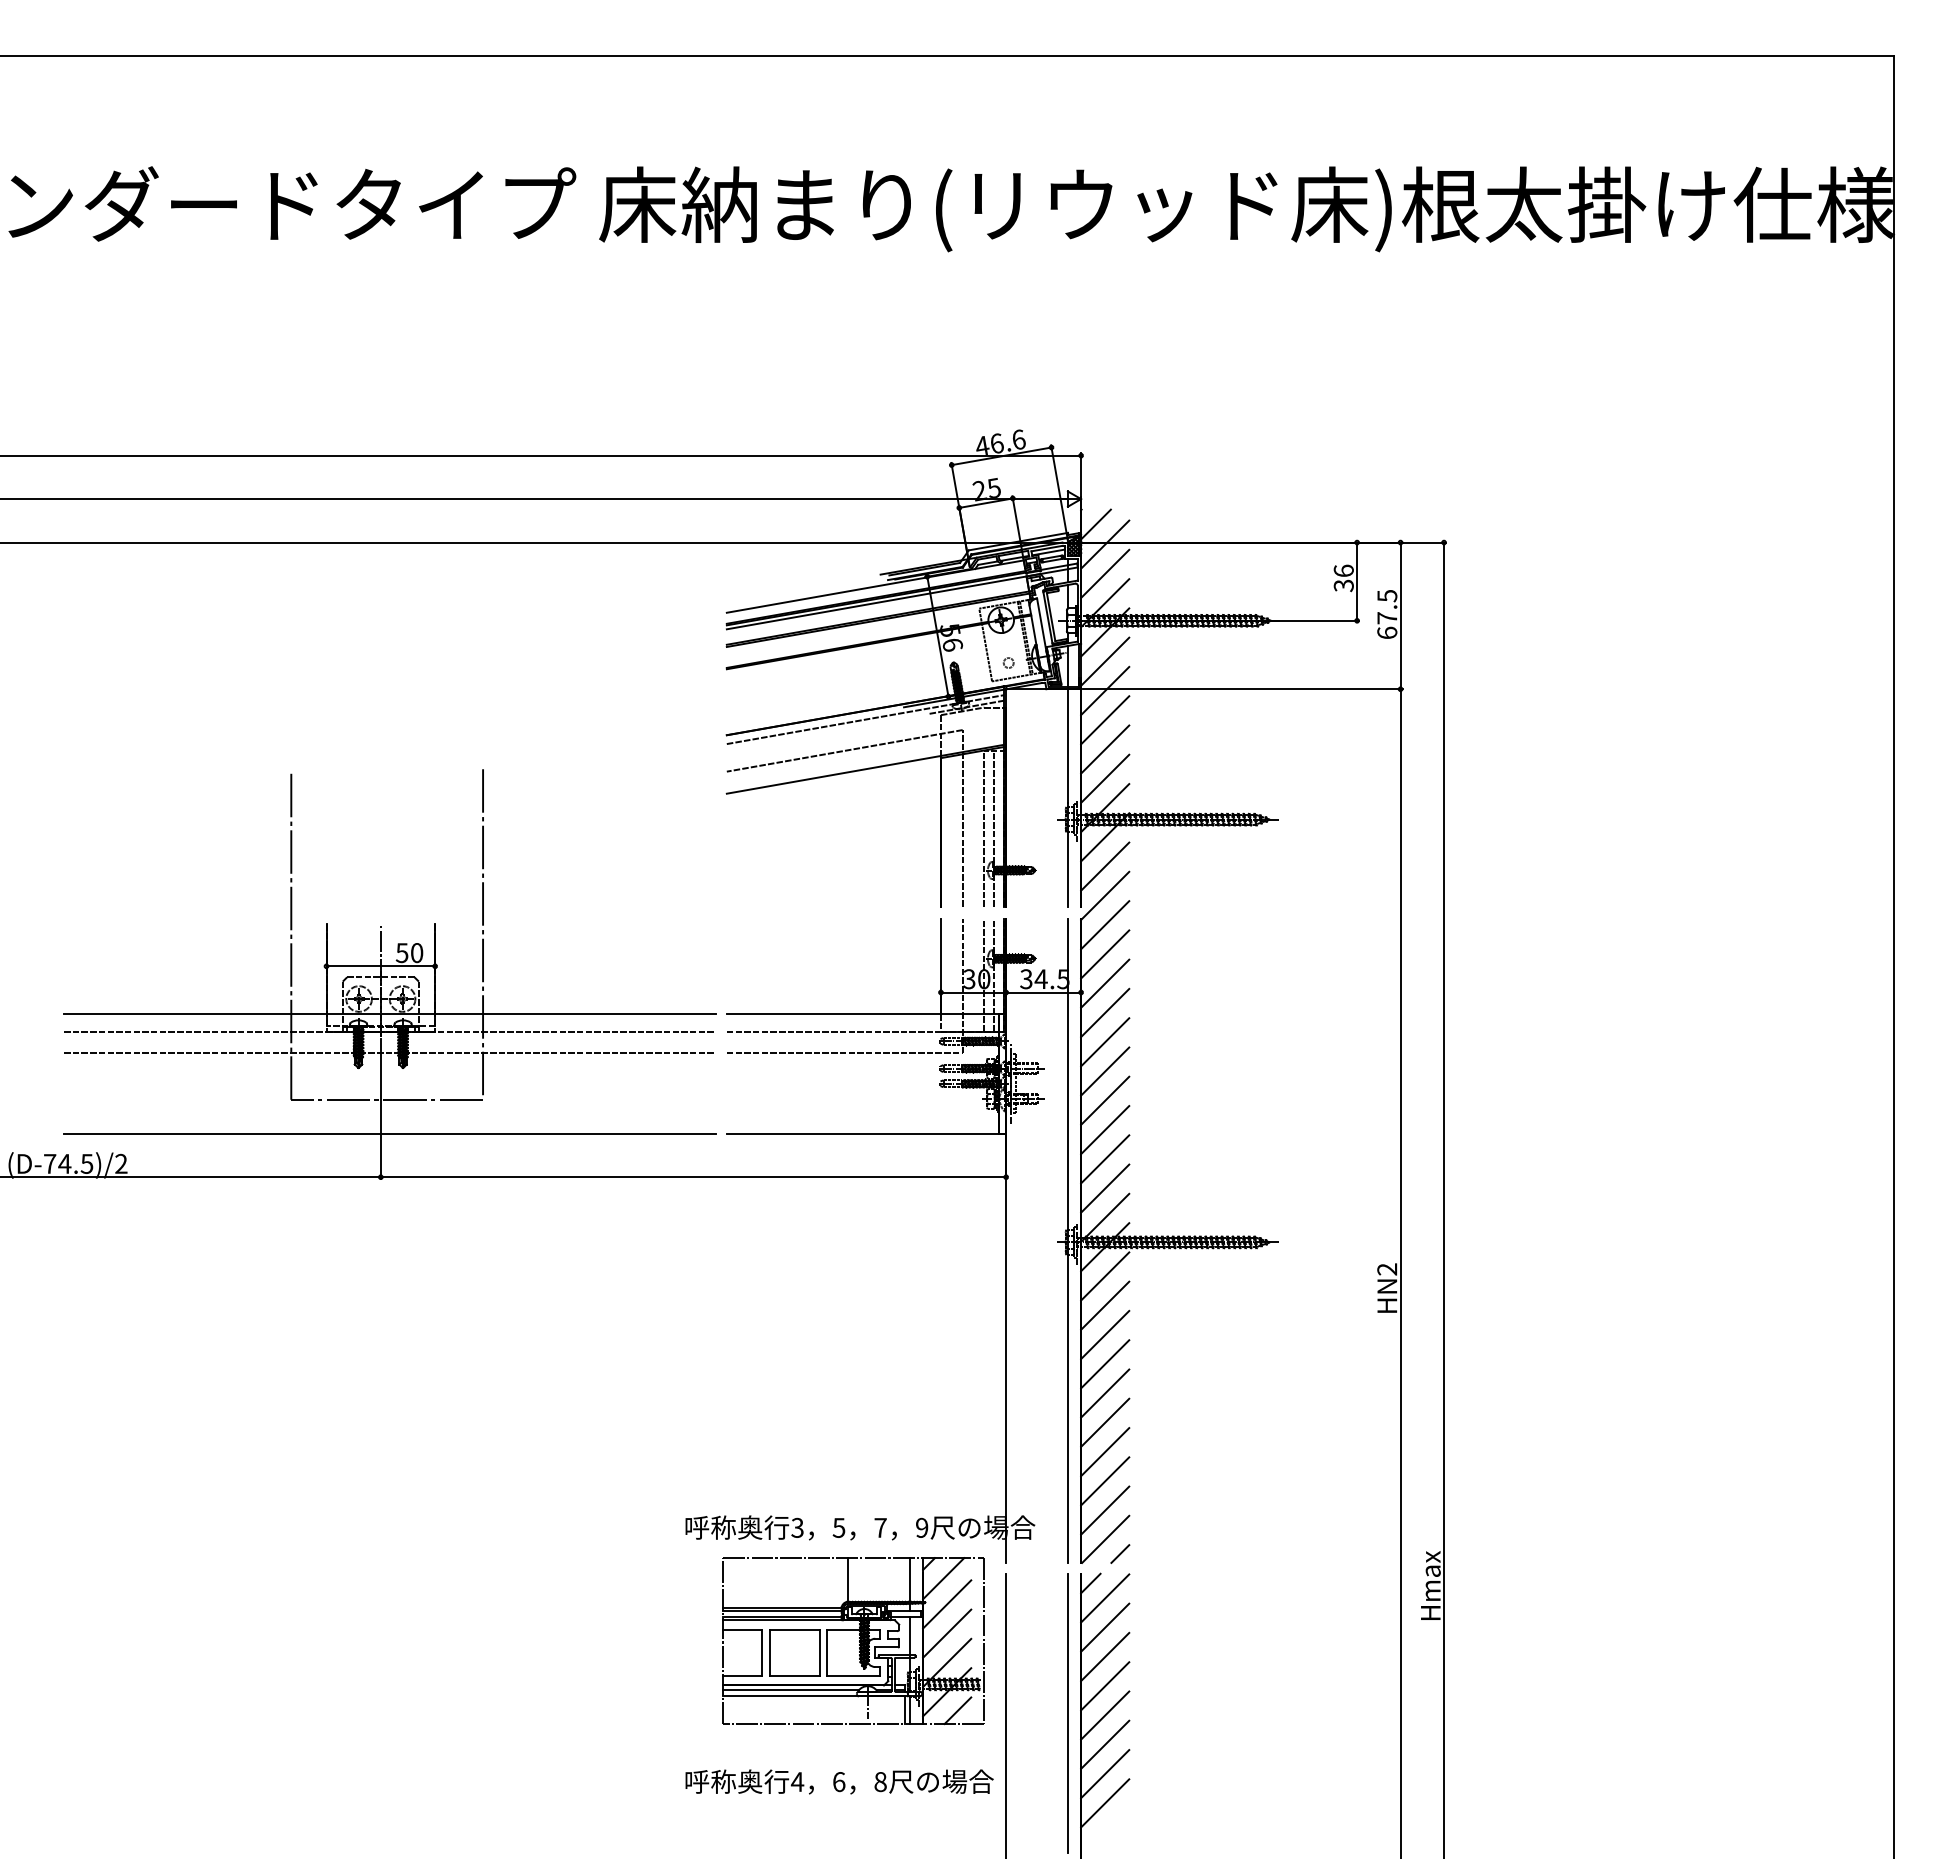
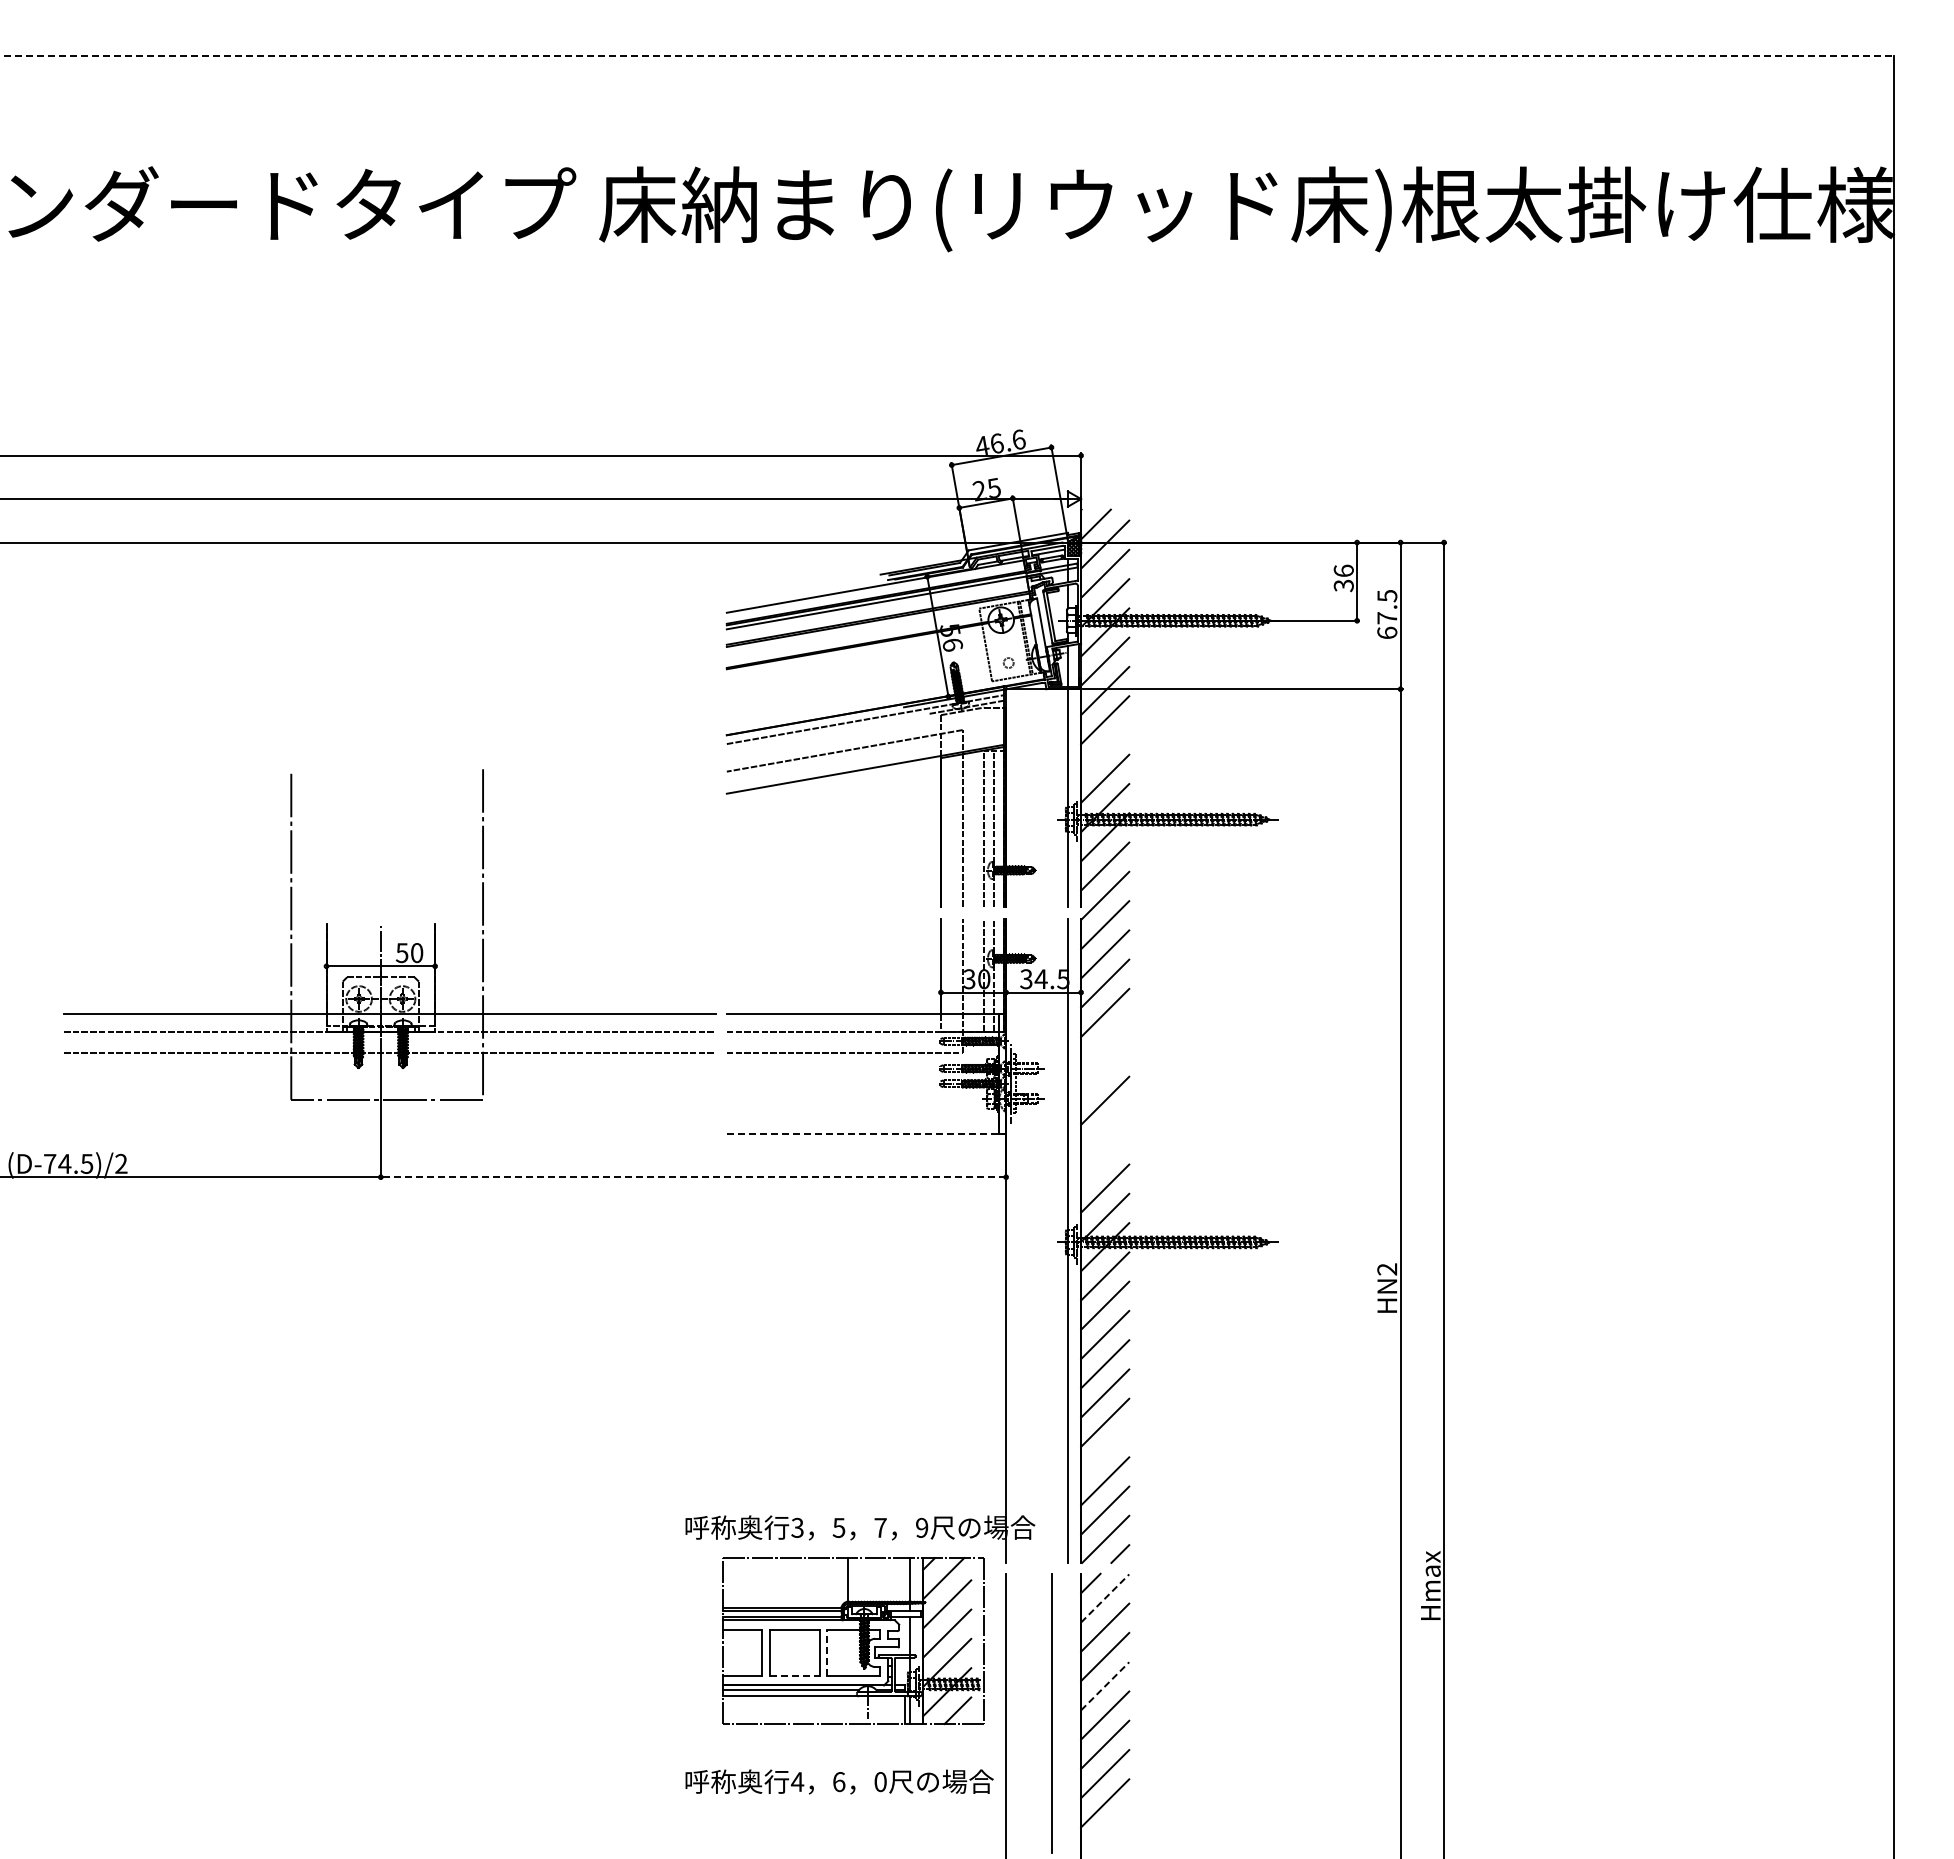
line at (947, 55): solid -> dashed
line at (1105, 749): present -> none
line at (1105, 1042): present -> none
line at (1105, 1071): present -> none
line at (1105, 1130): present -> none
line at (389, 1133): present -> none
line at (866, 1133): solid -> dashed
line at (1105, 1159): present -> none
line at (693, 1177): solid -> dashed
line at (1105, 1452): present -> none
line at (1105, 1598): solid -> dashed
line at (827, 1652): solid -> dashed
line at (795, 1675): solid -> dashed
line at (1105, 1685): solid -> dashed
line at (1067, 1713) position: (1067, 1713) -> (1051, 1713)
text at (880, 1781): 8 -> 0
